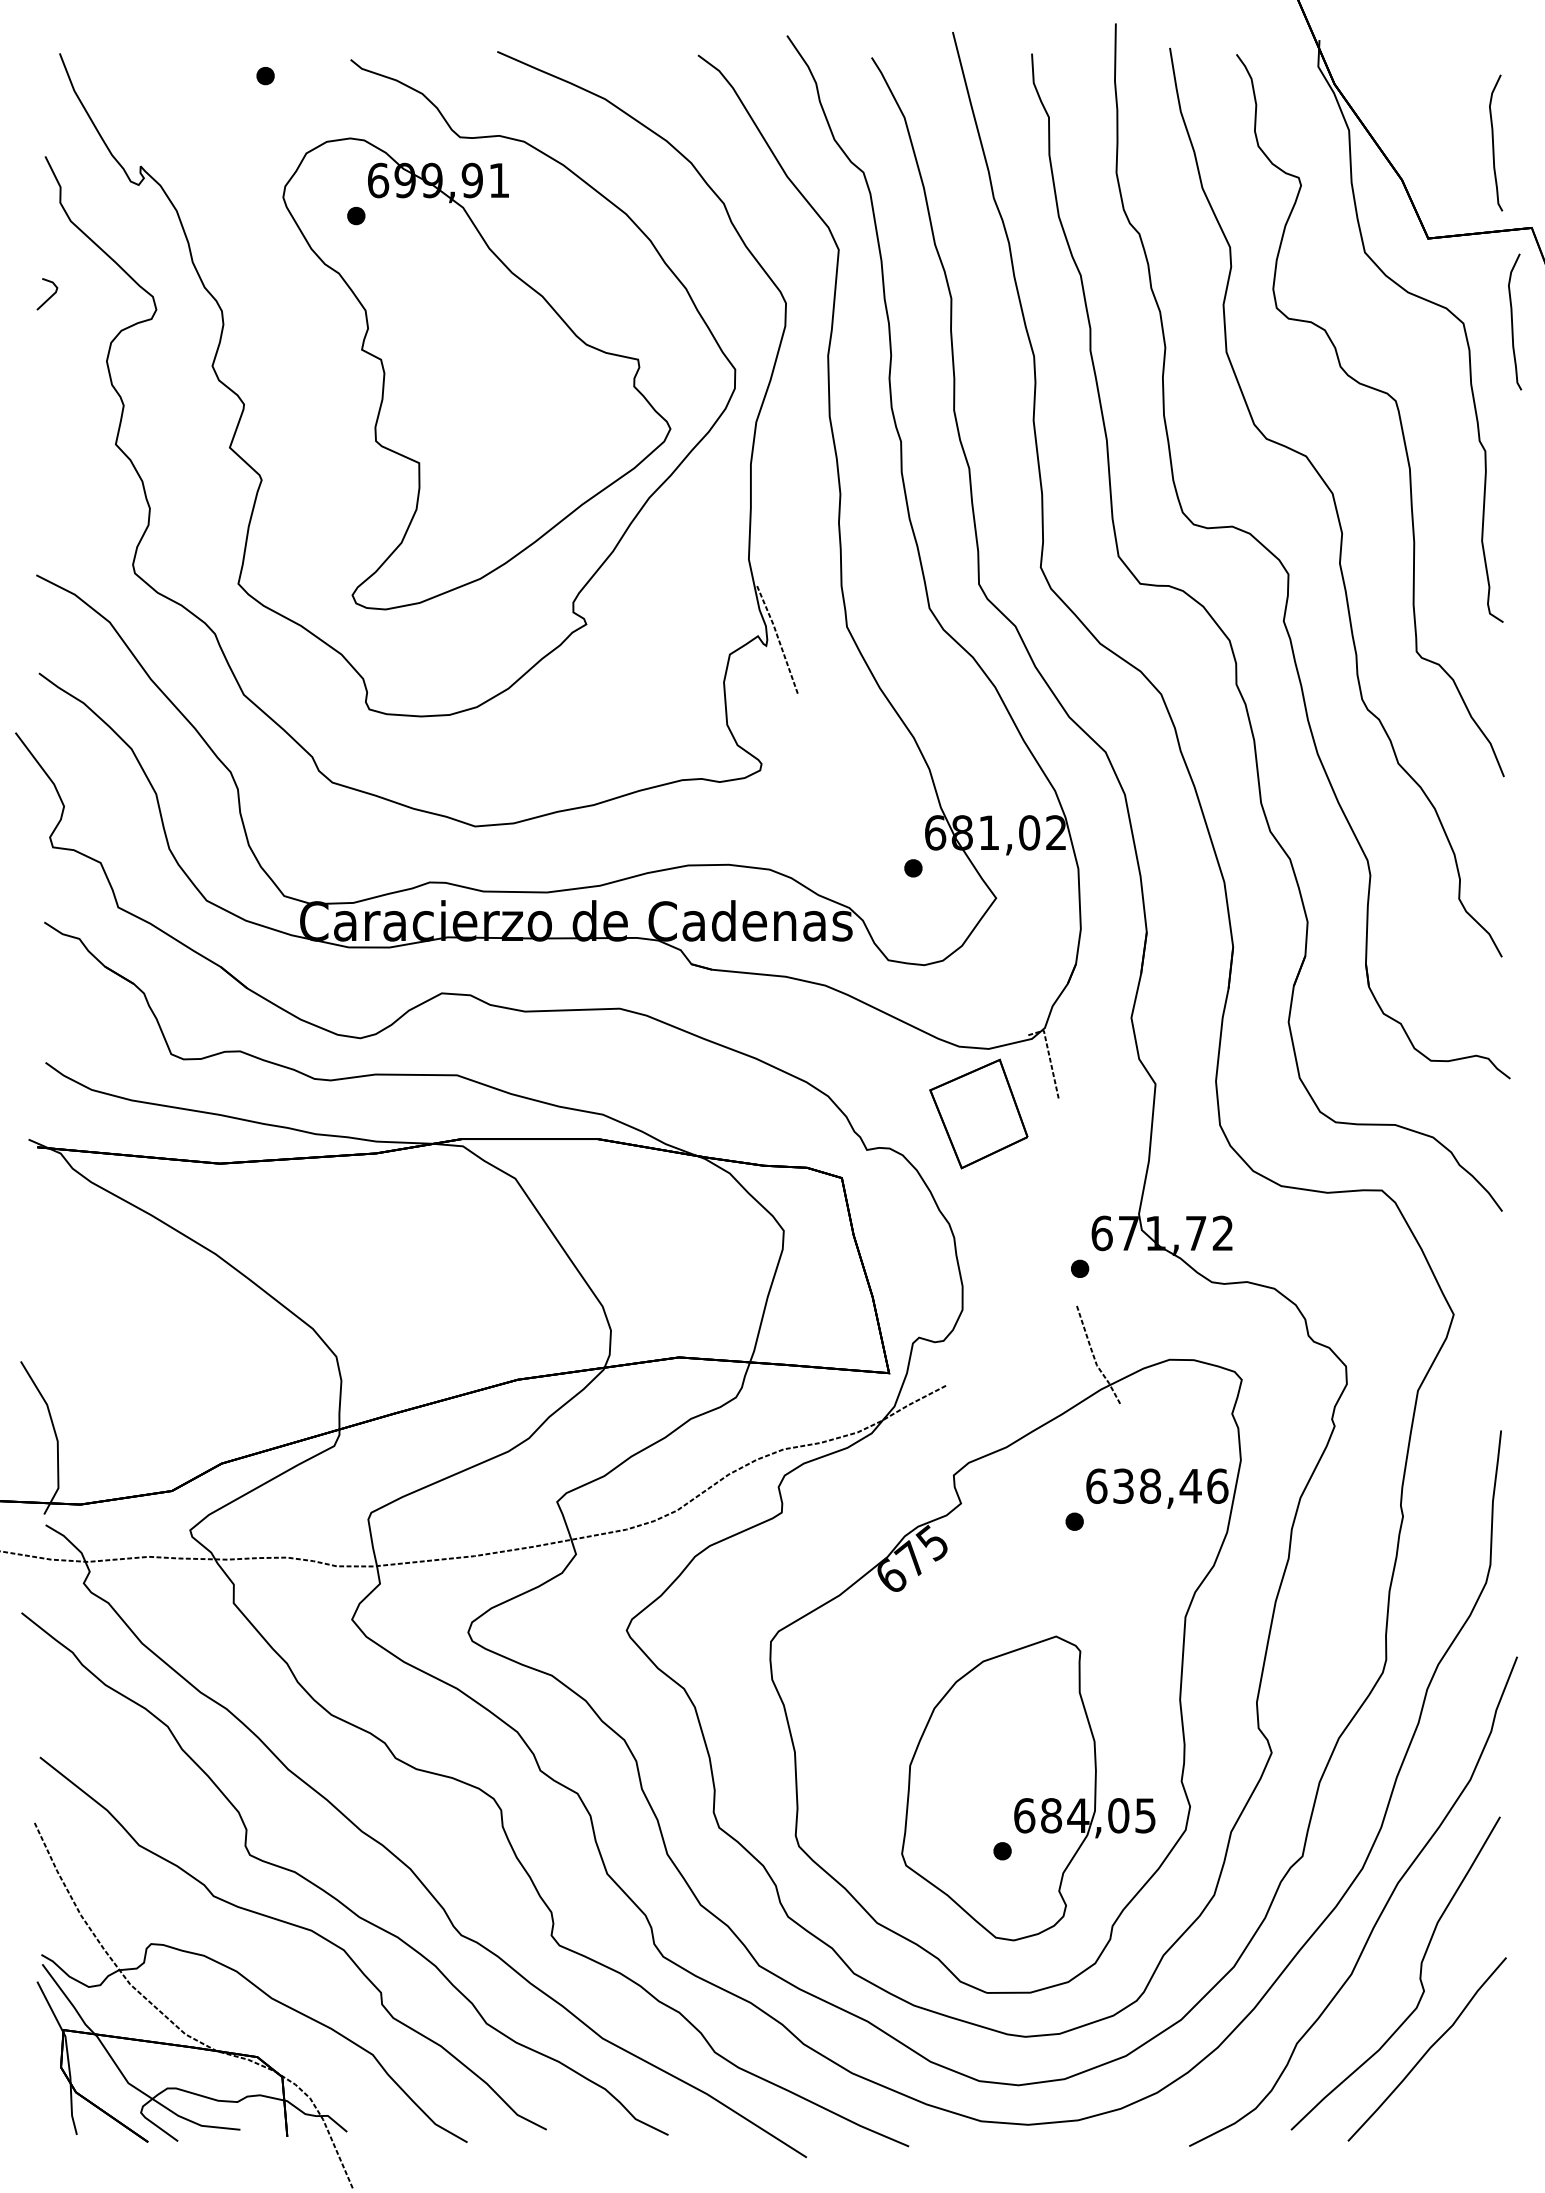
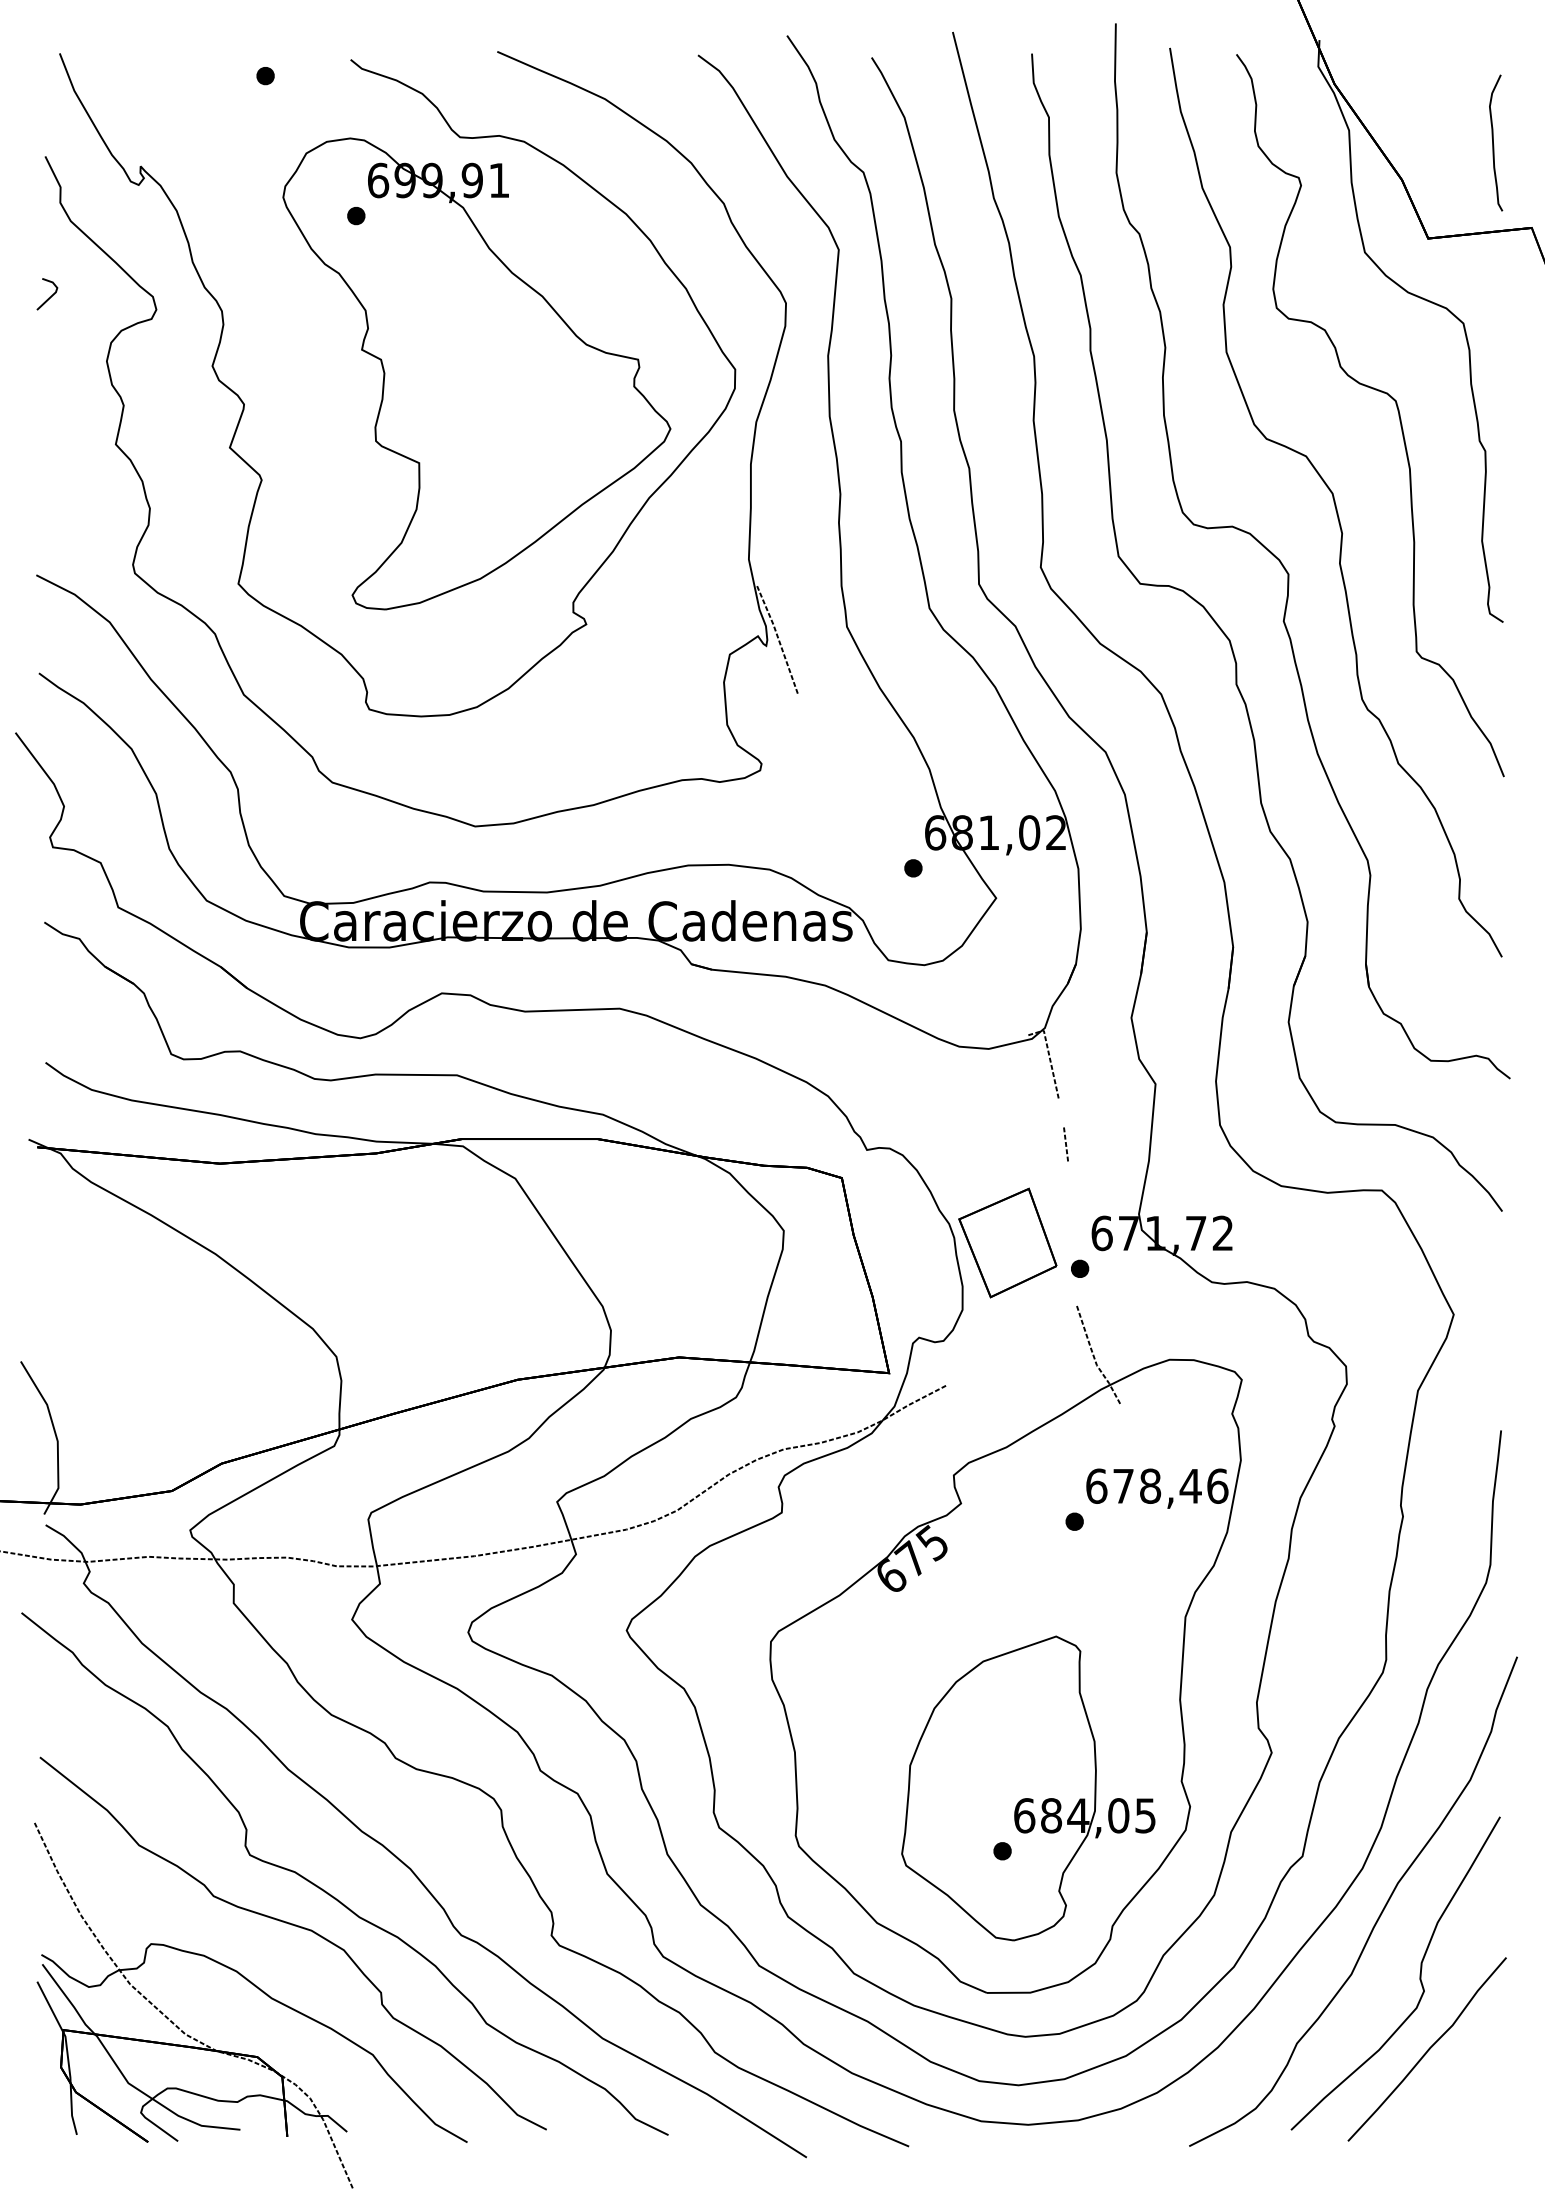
curve at (1512, 321): present -> none
part at (978, 1113) position: (978, 1113) -> (1007, 1242)
line at (1065, 1144): none -> present
text at (1123, 1485): 638,46 -> 678,46
